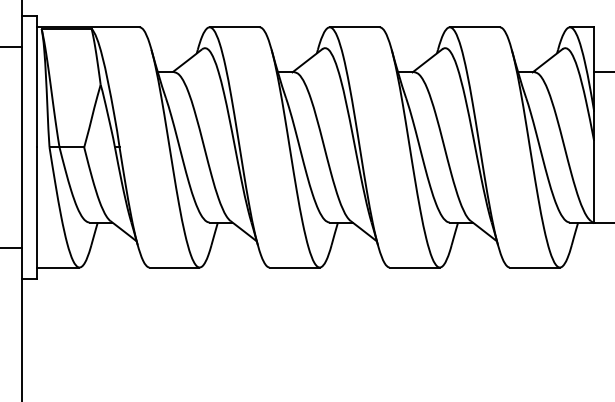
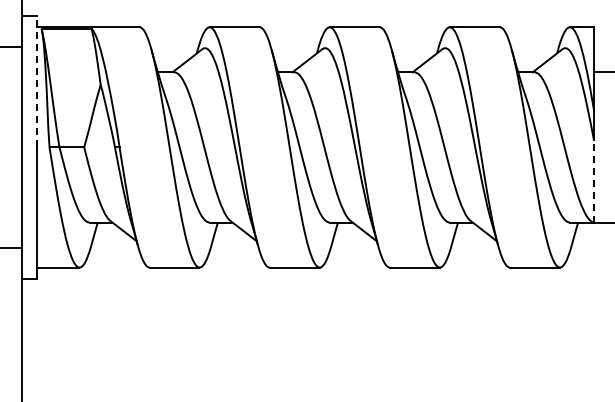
line at (37, 81): solid -> dashed
line at (594, 181): solid -> dashed
